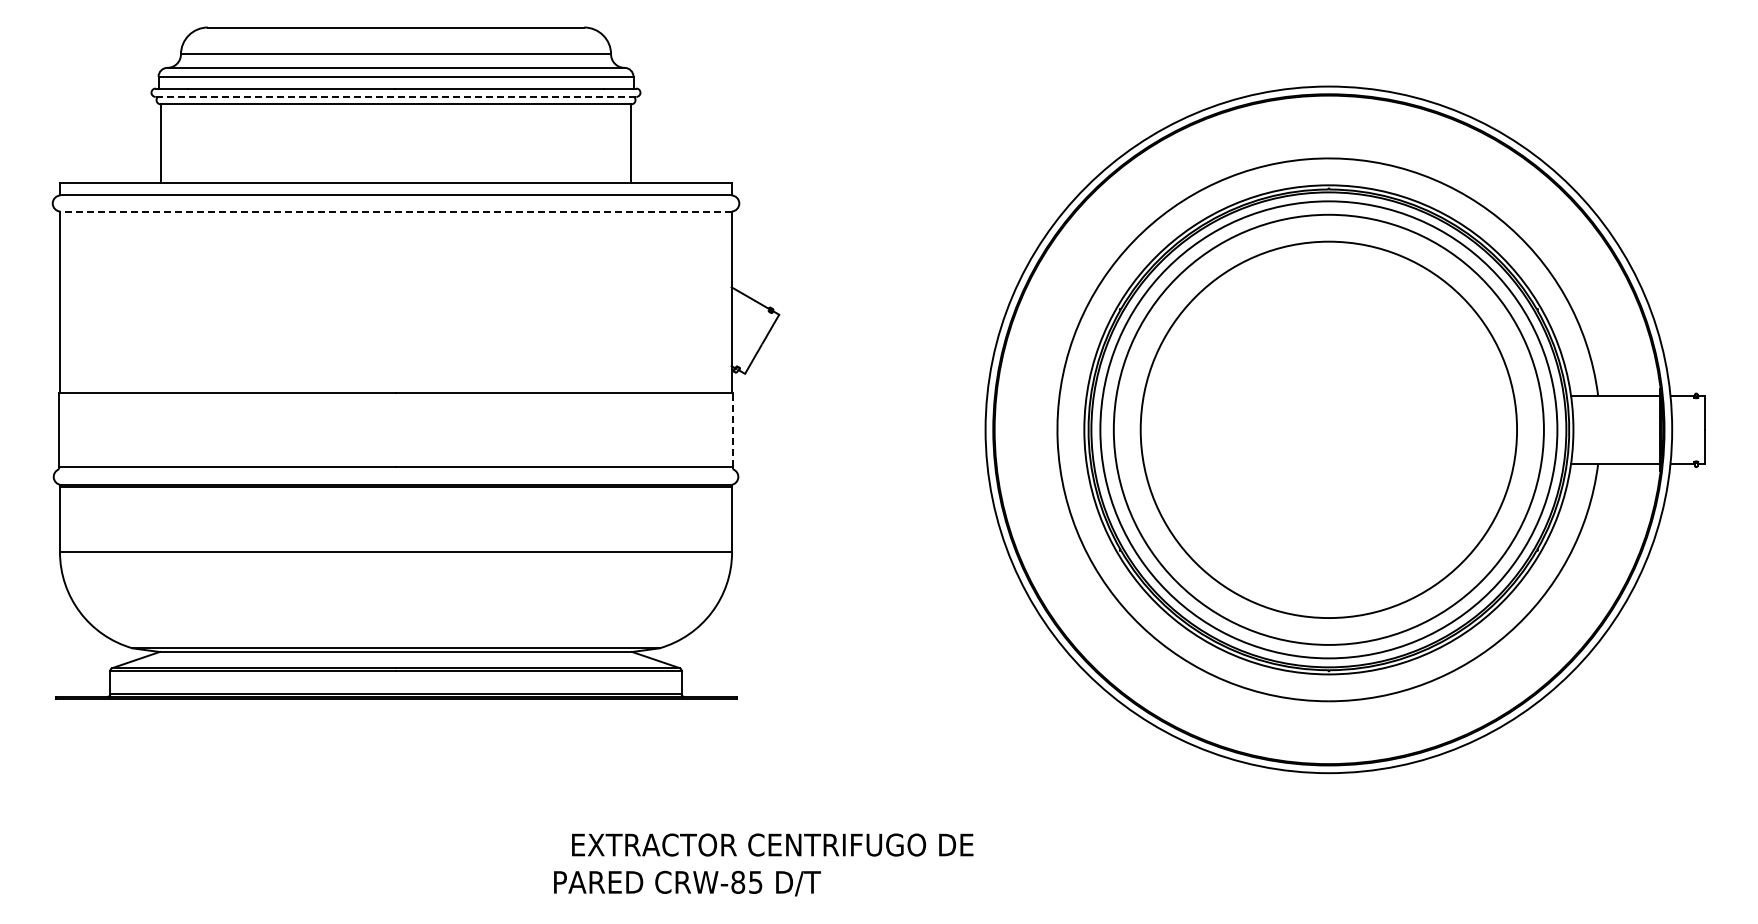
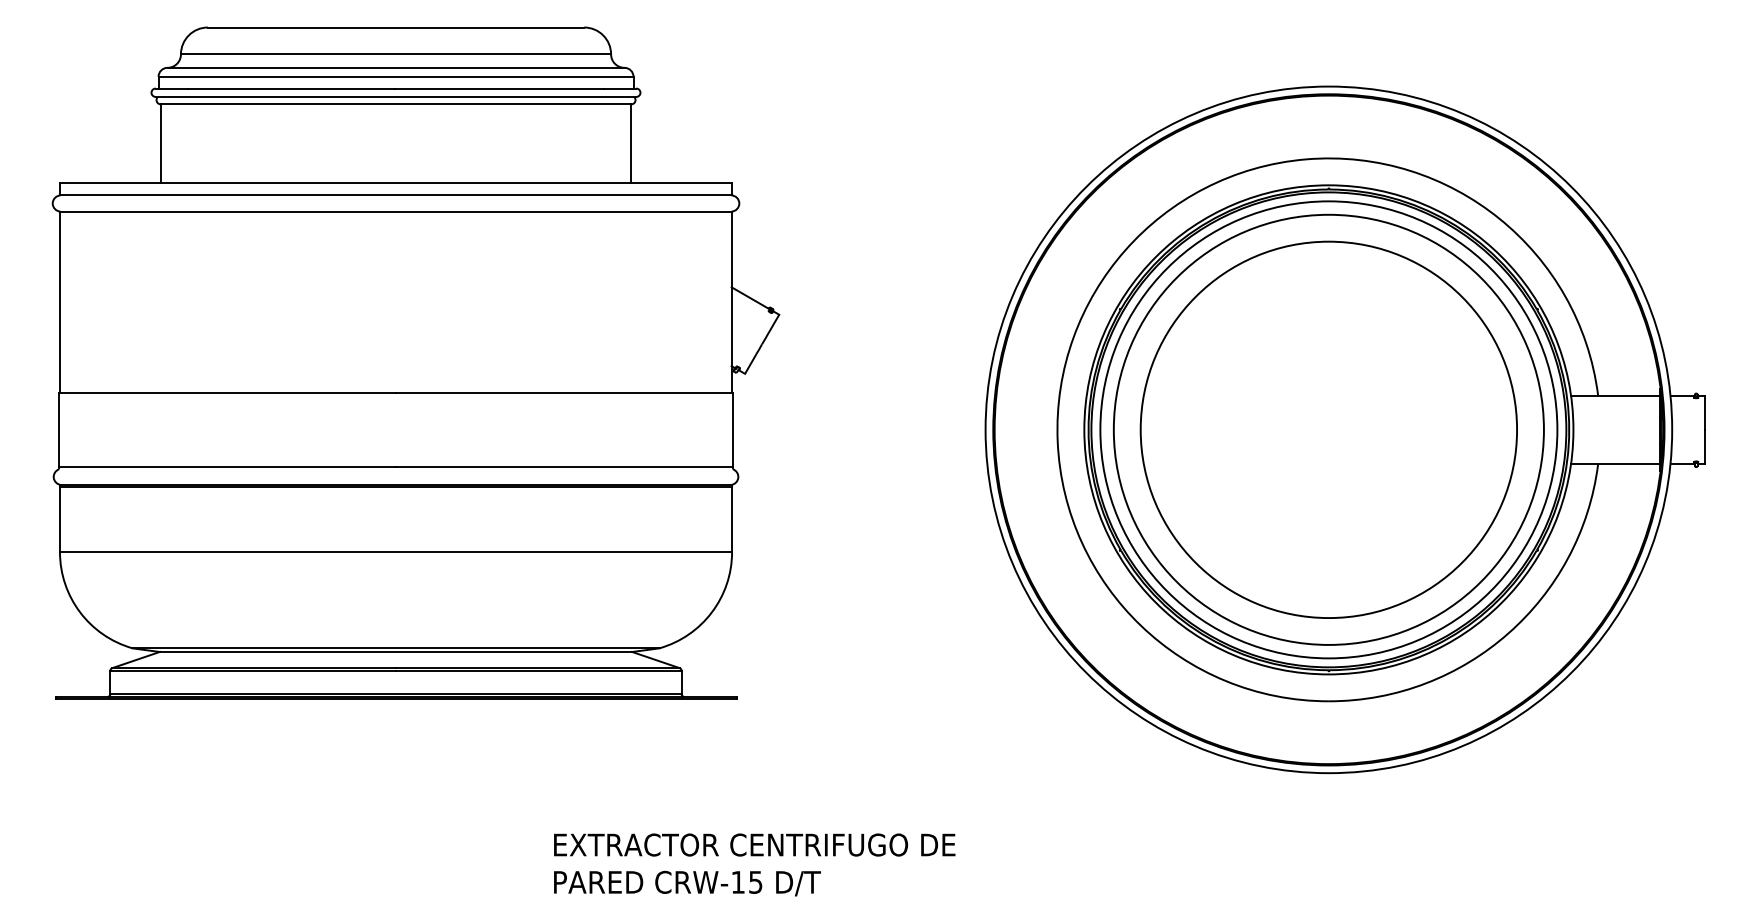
line at (396, 96): dashed -> solid
line at (396, 211): dashed -> solid
line at (732, 429): dashed -> solid
text at (772, 844) position: (772, 844) -> (754, 844)
text at (738, 881): CRW-85 -> CRW-15
